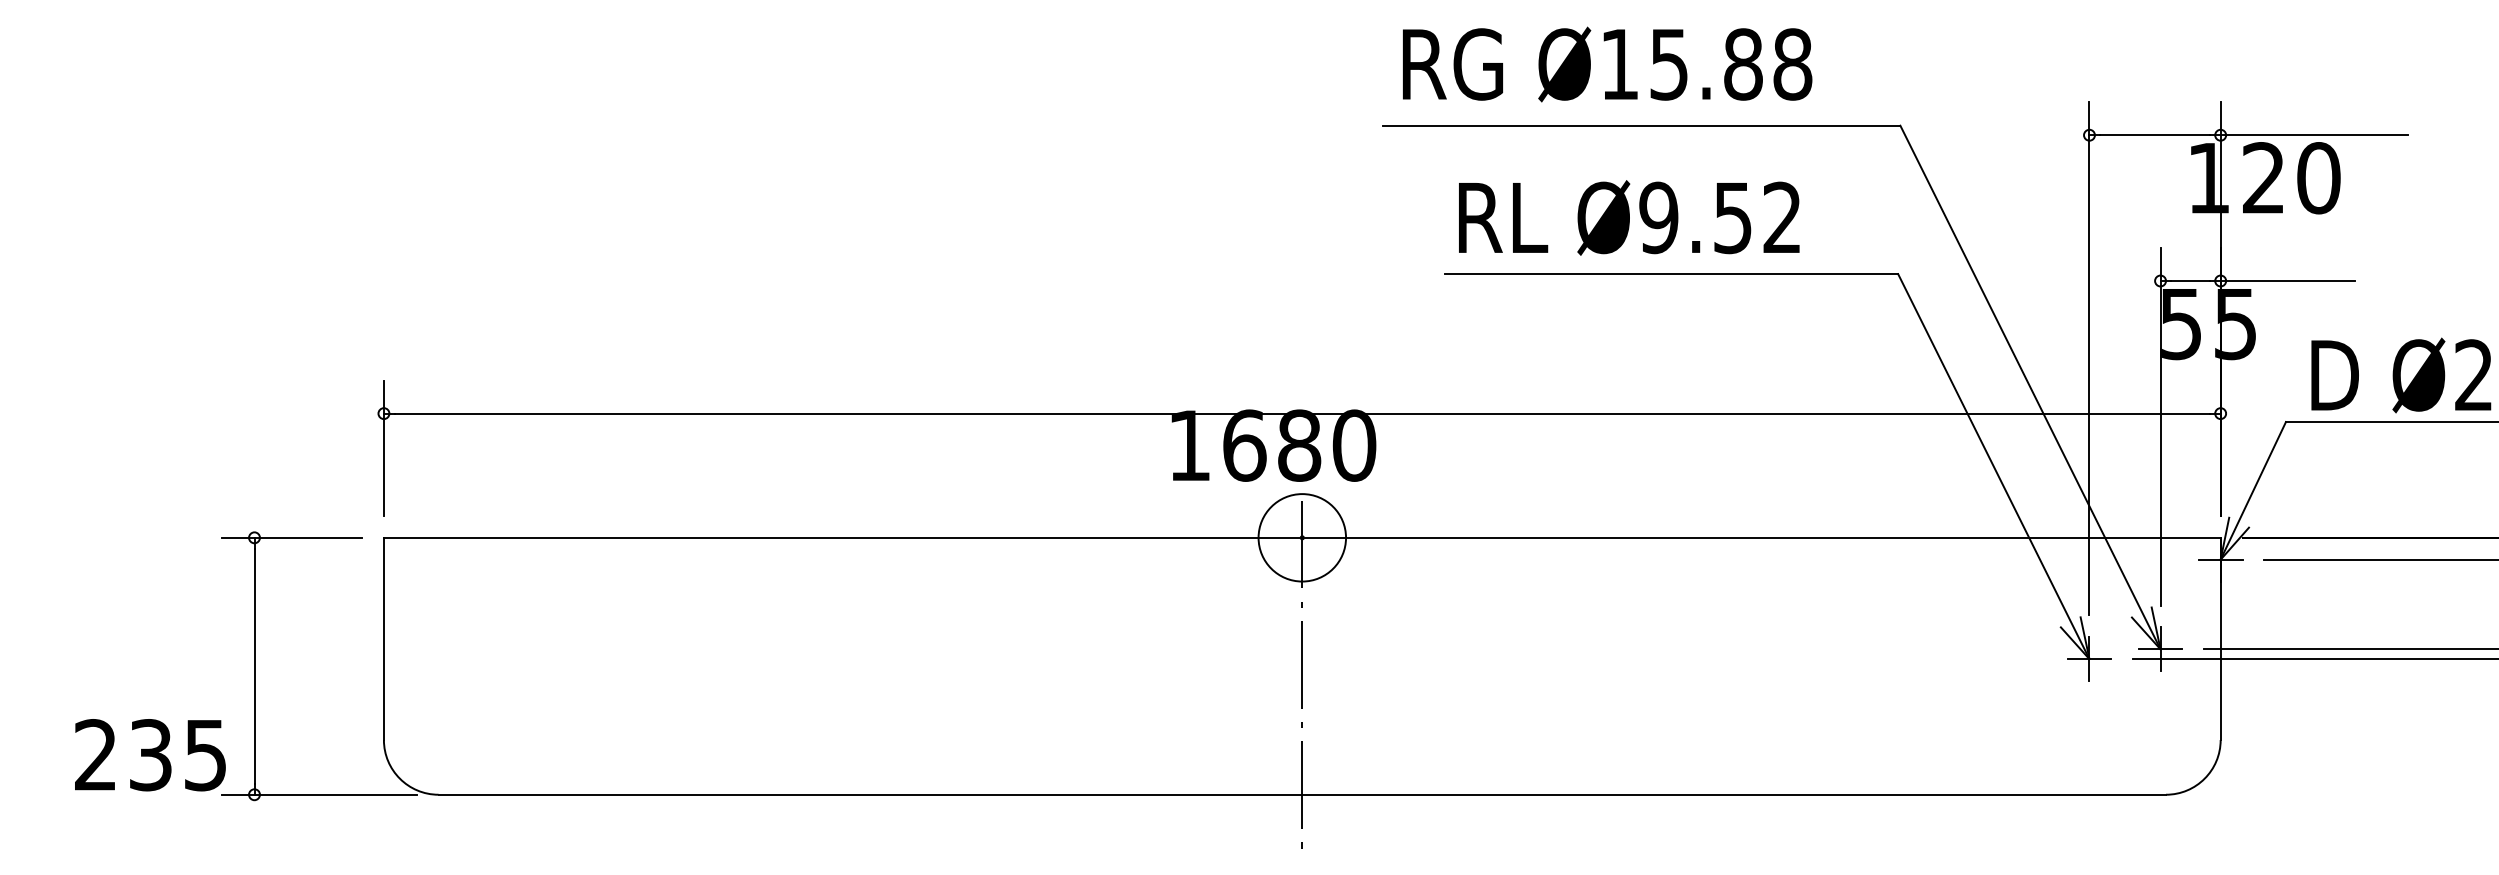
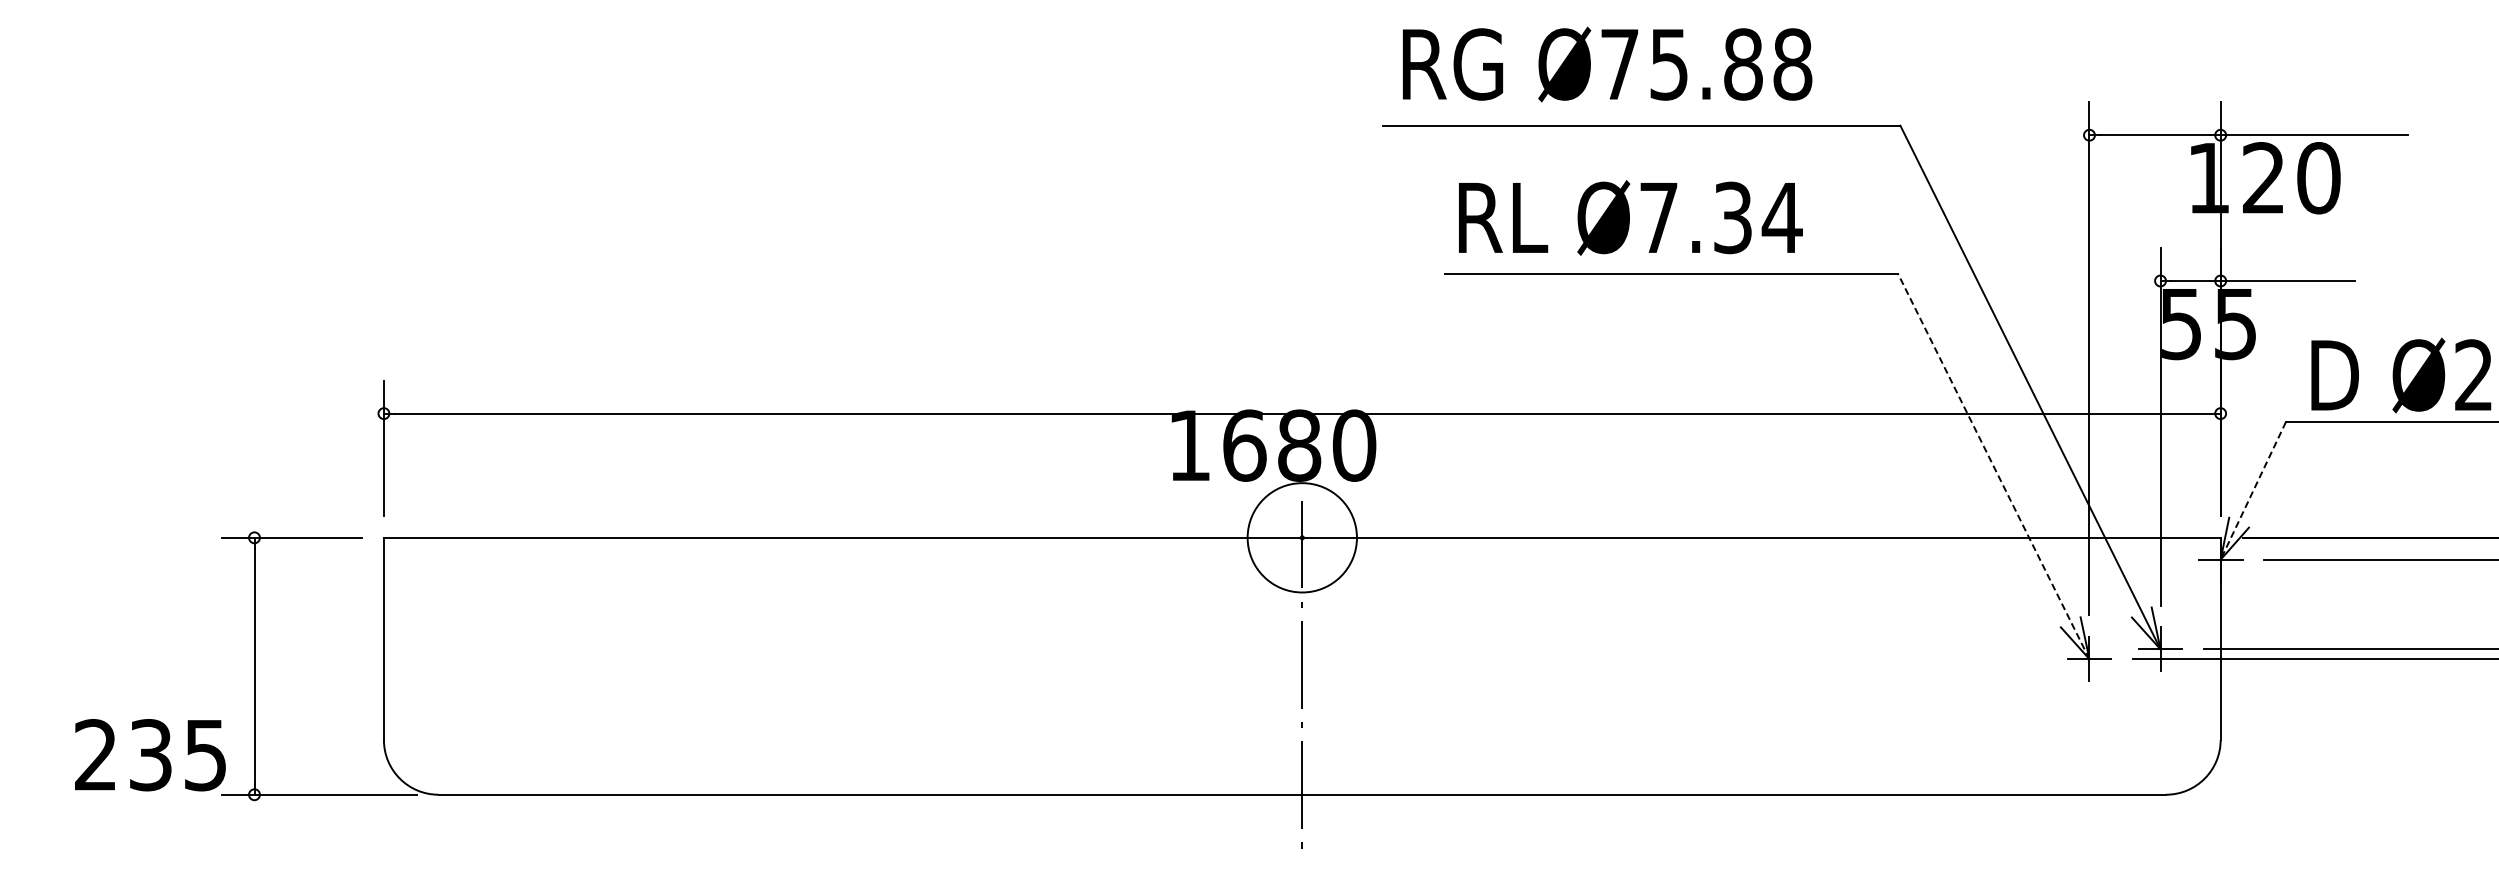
text at (1619, 64): Ø15.88 -> Ø75.88
text at (1720, 217): Ø9.52 -> Ø7.34
line at (1993, 466): solid -> dashed
line at (2253, 491): solid -> dashed
circle at (1302, 537) diameter: 87 px -> 109 px
